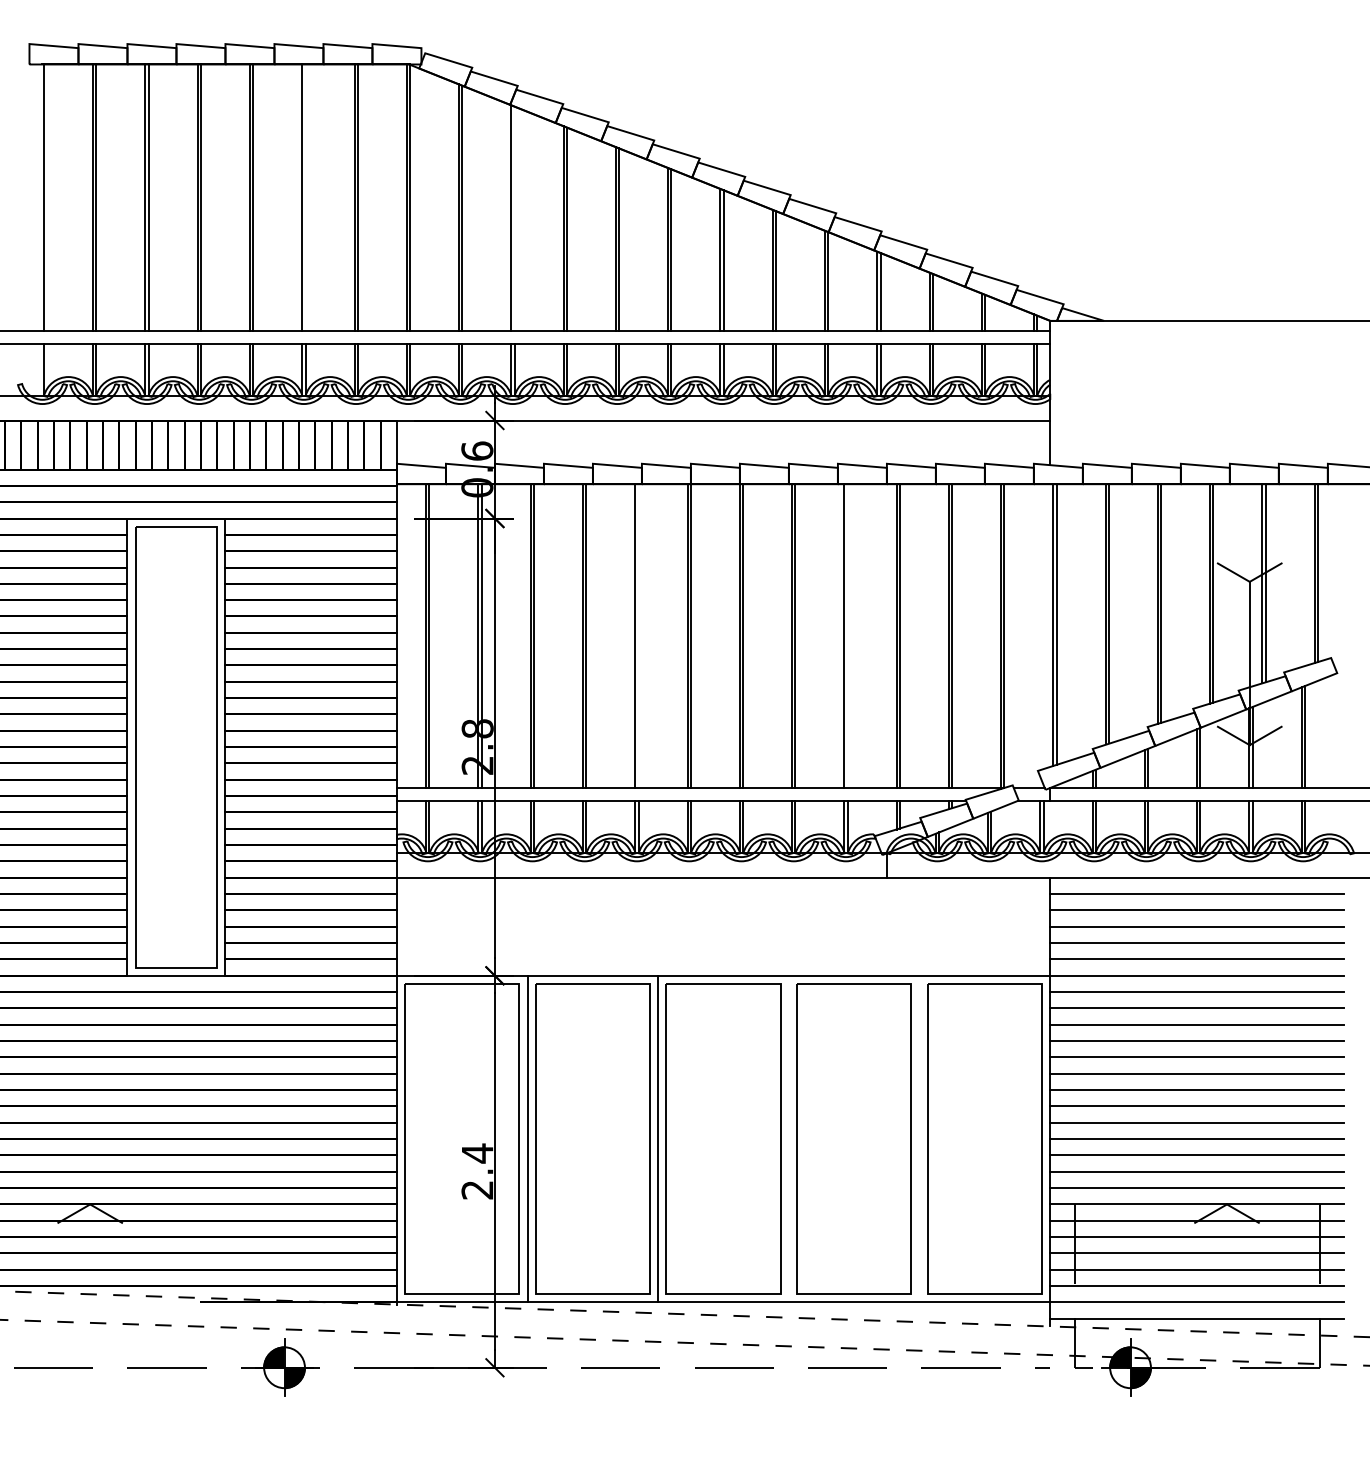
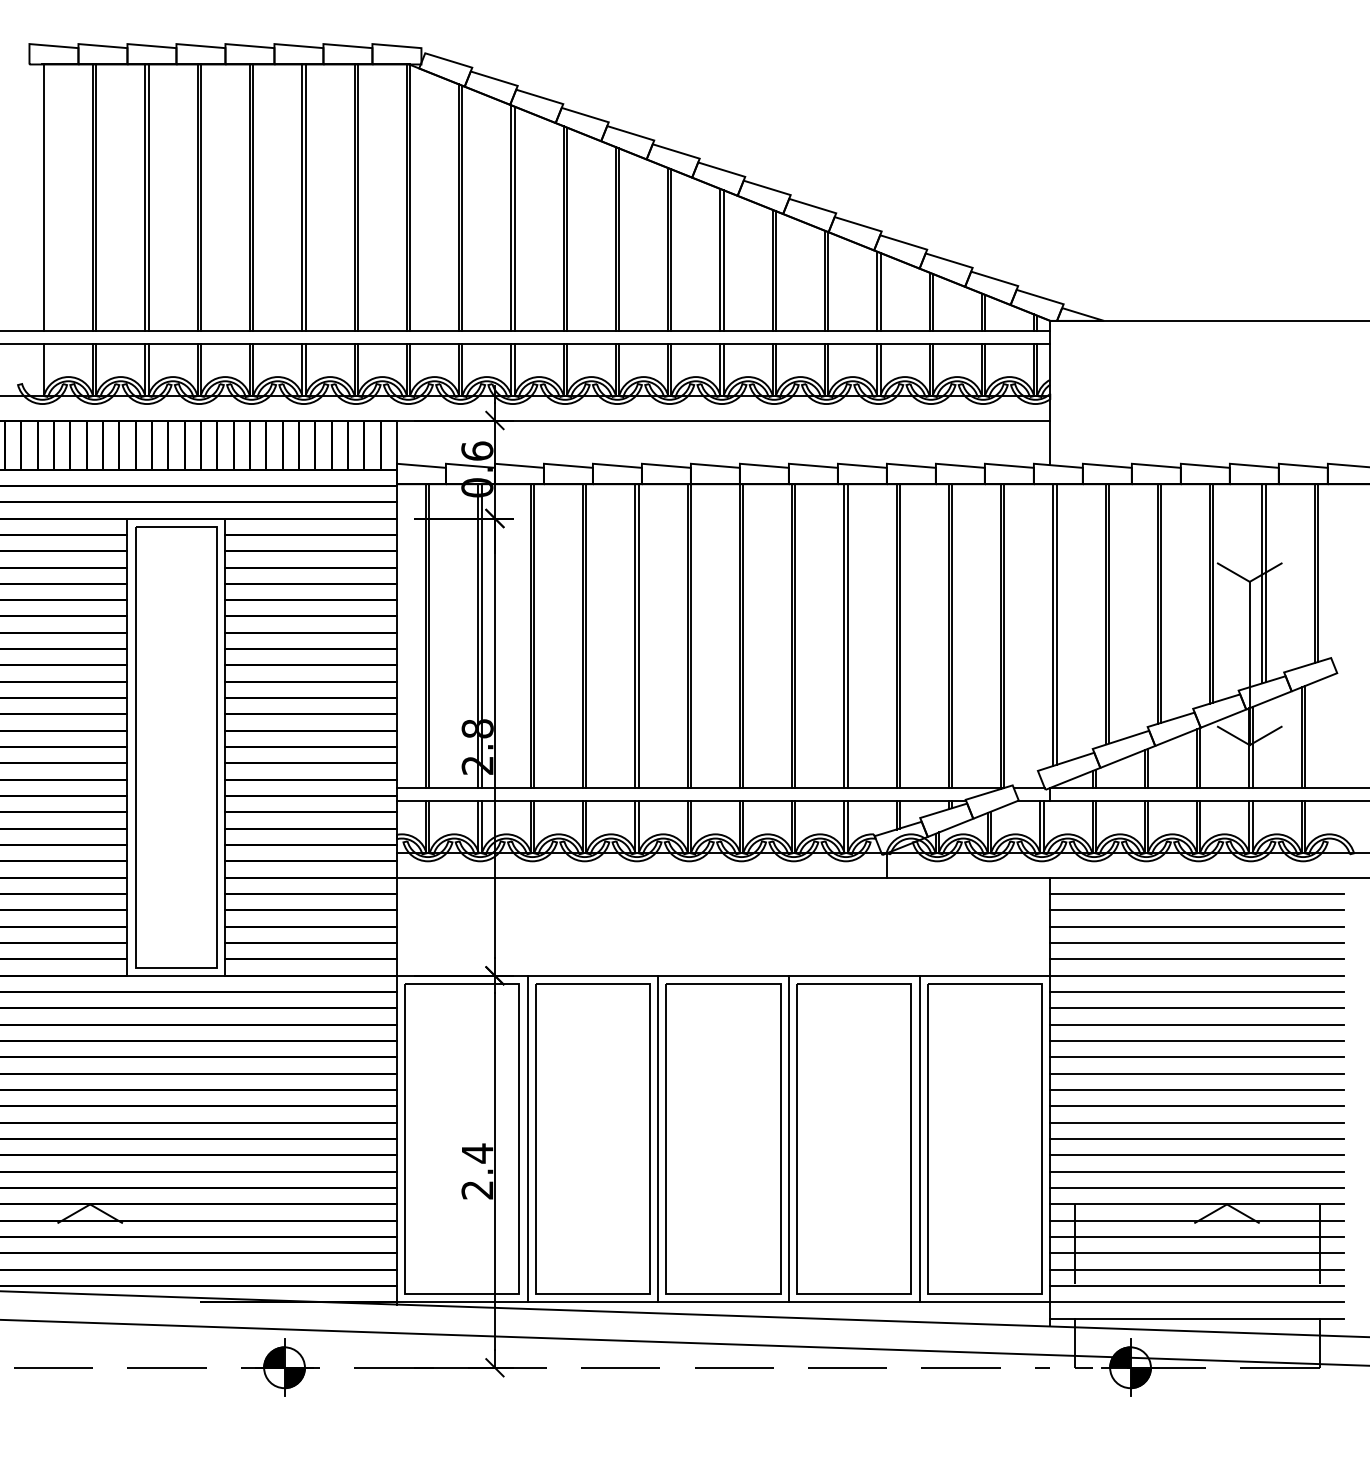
line at (305, 197): none -> present
line at (514, 218): none -> present
line at (638, 635): none -> present
line at (847, 635): none -> present
line at (788, 1138): none -> present
line at (919, 1138): none -> present
line at (685, 1314): dashed -> solid
line at (684, 1342): dashed -> solid
